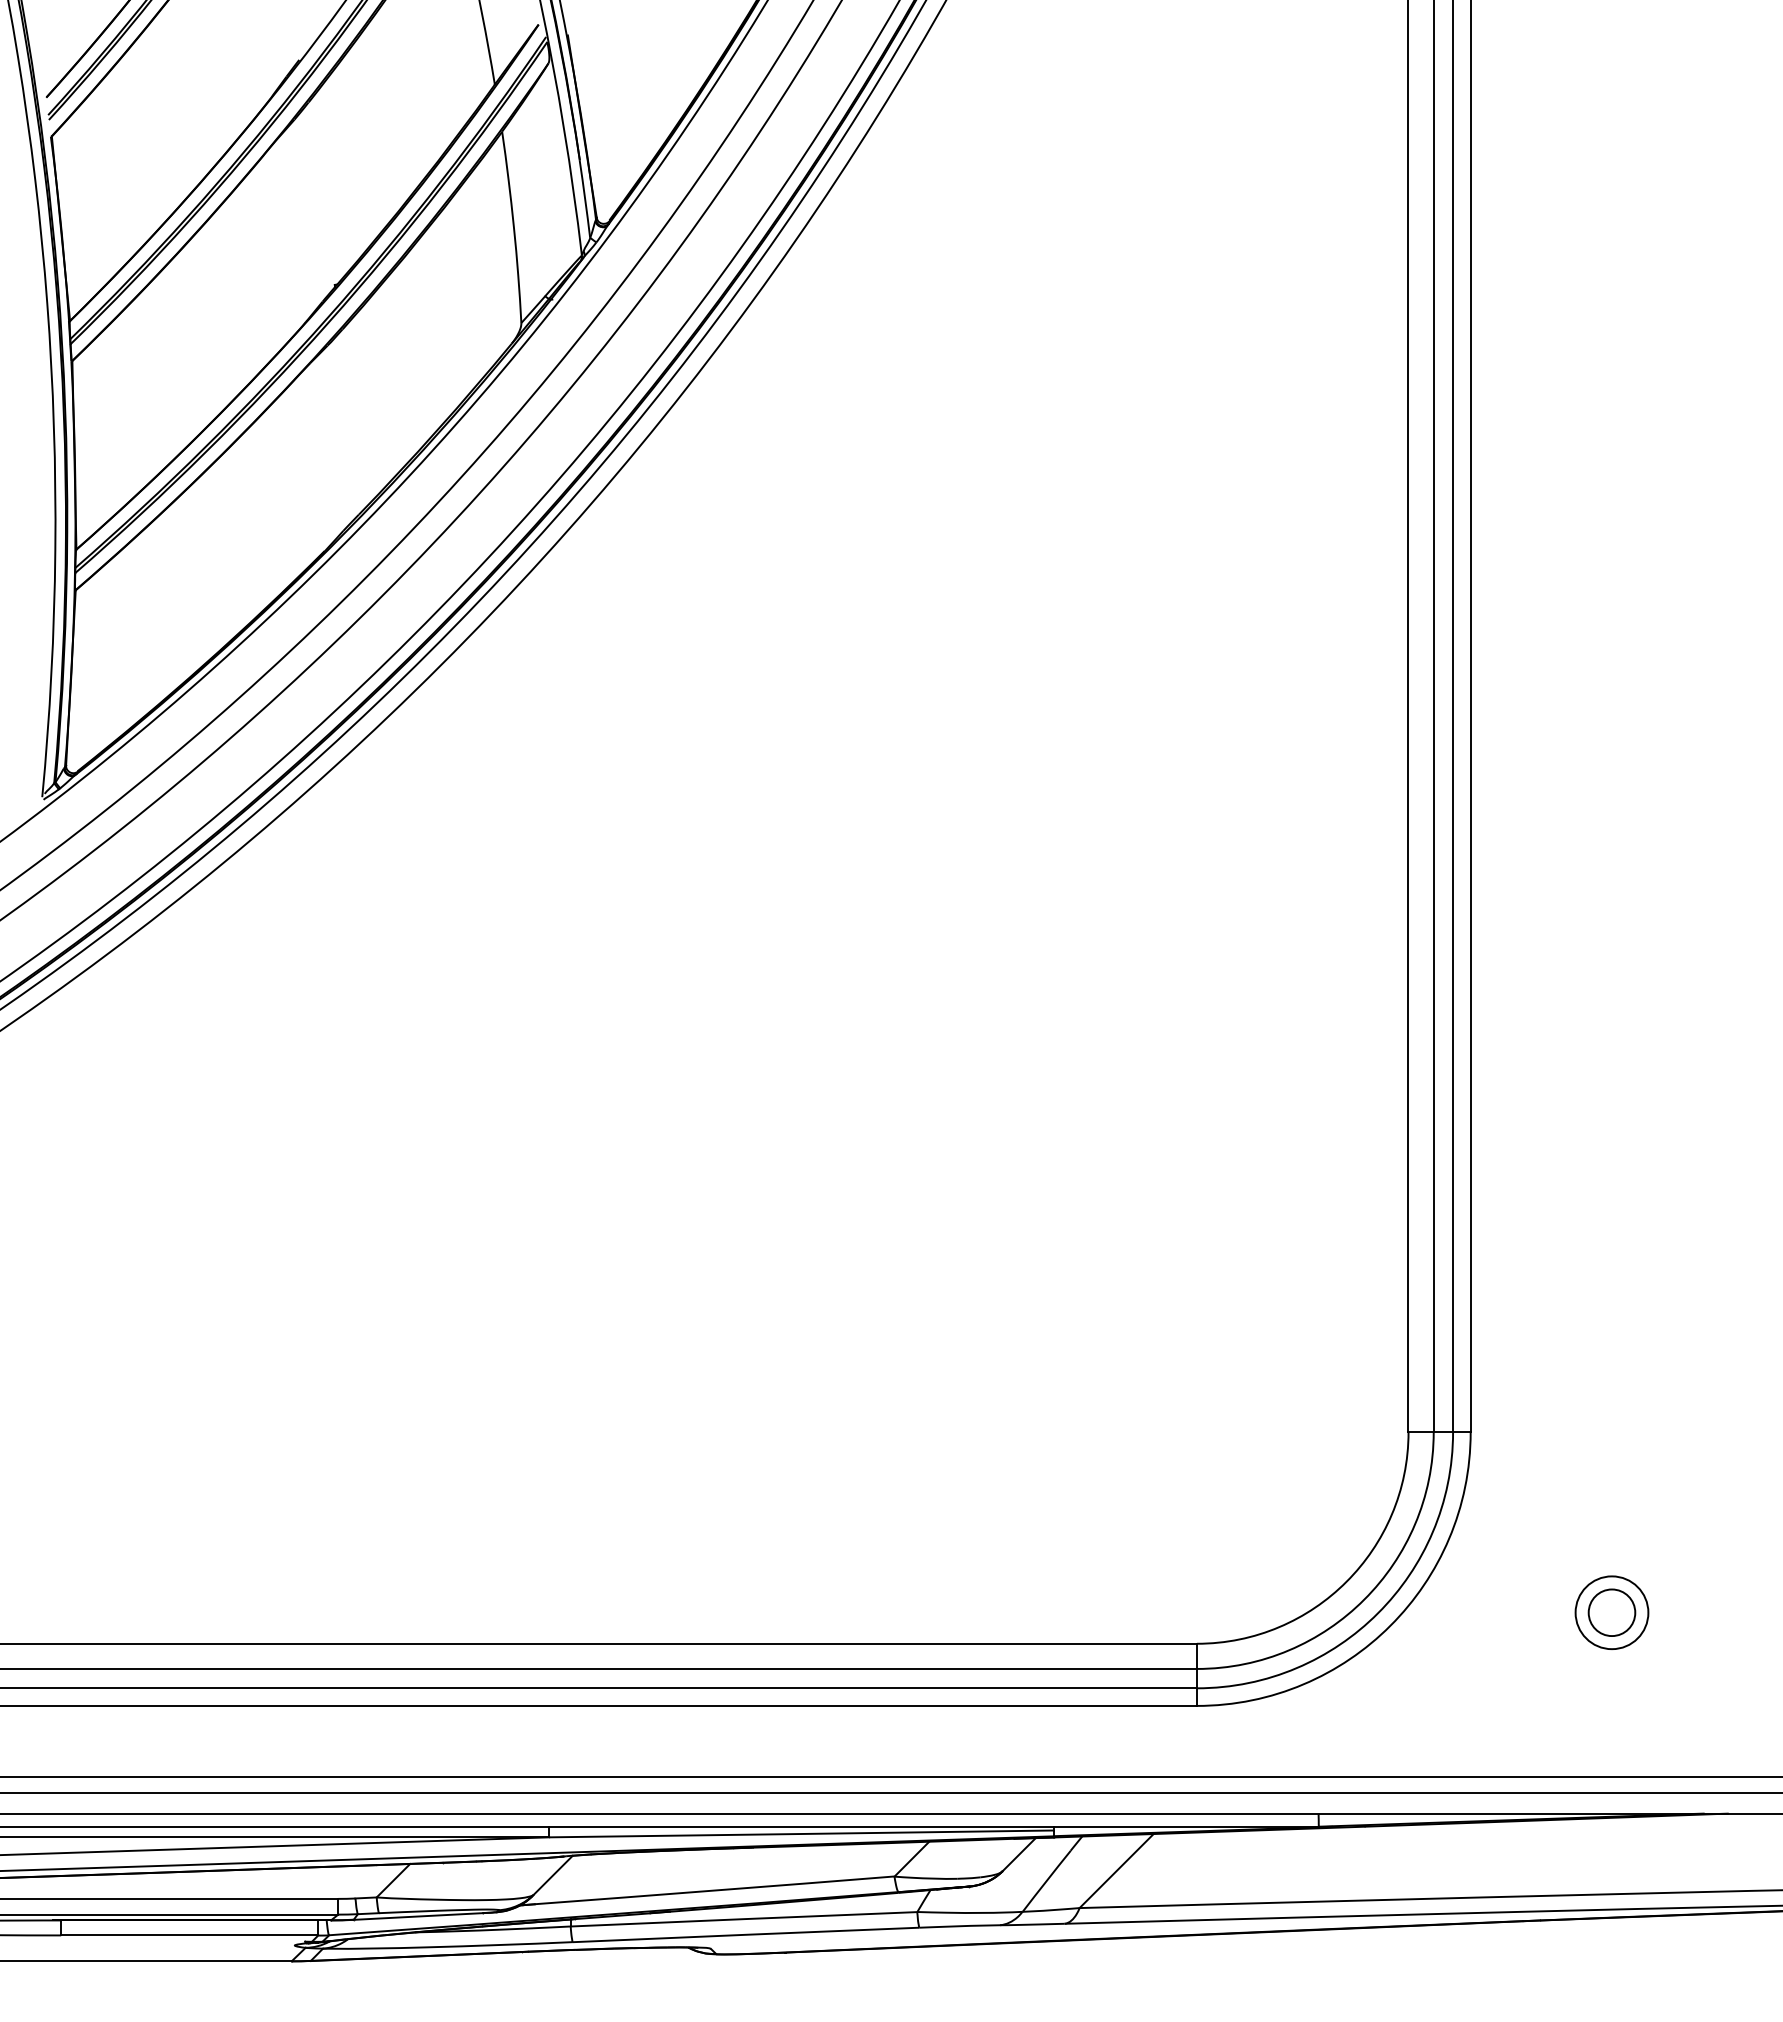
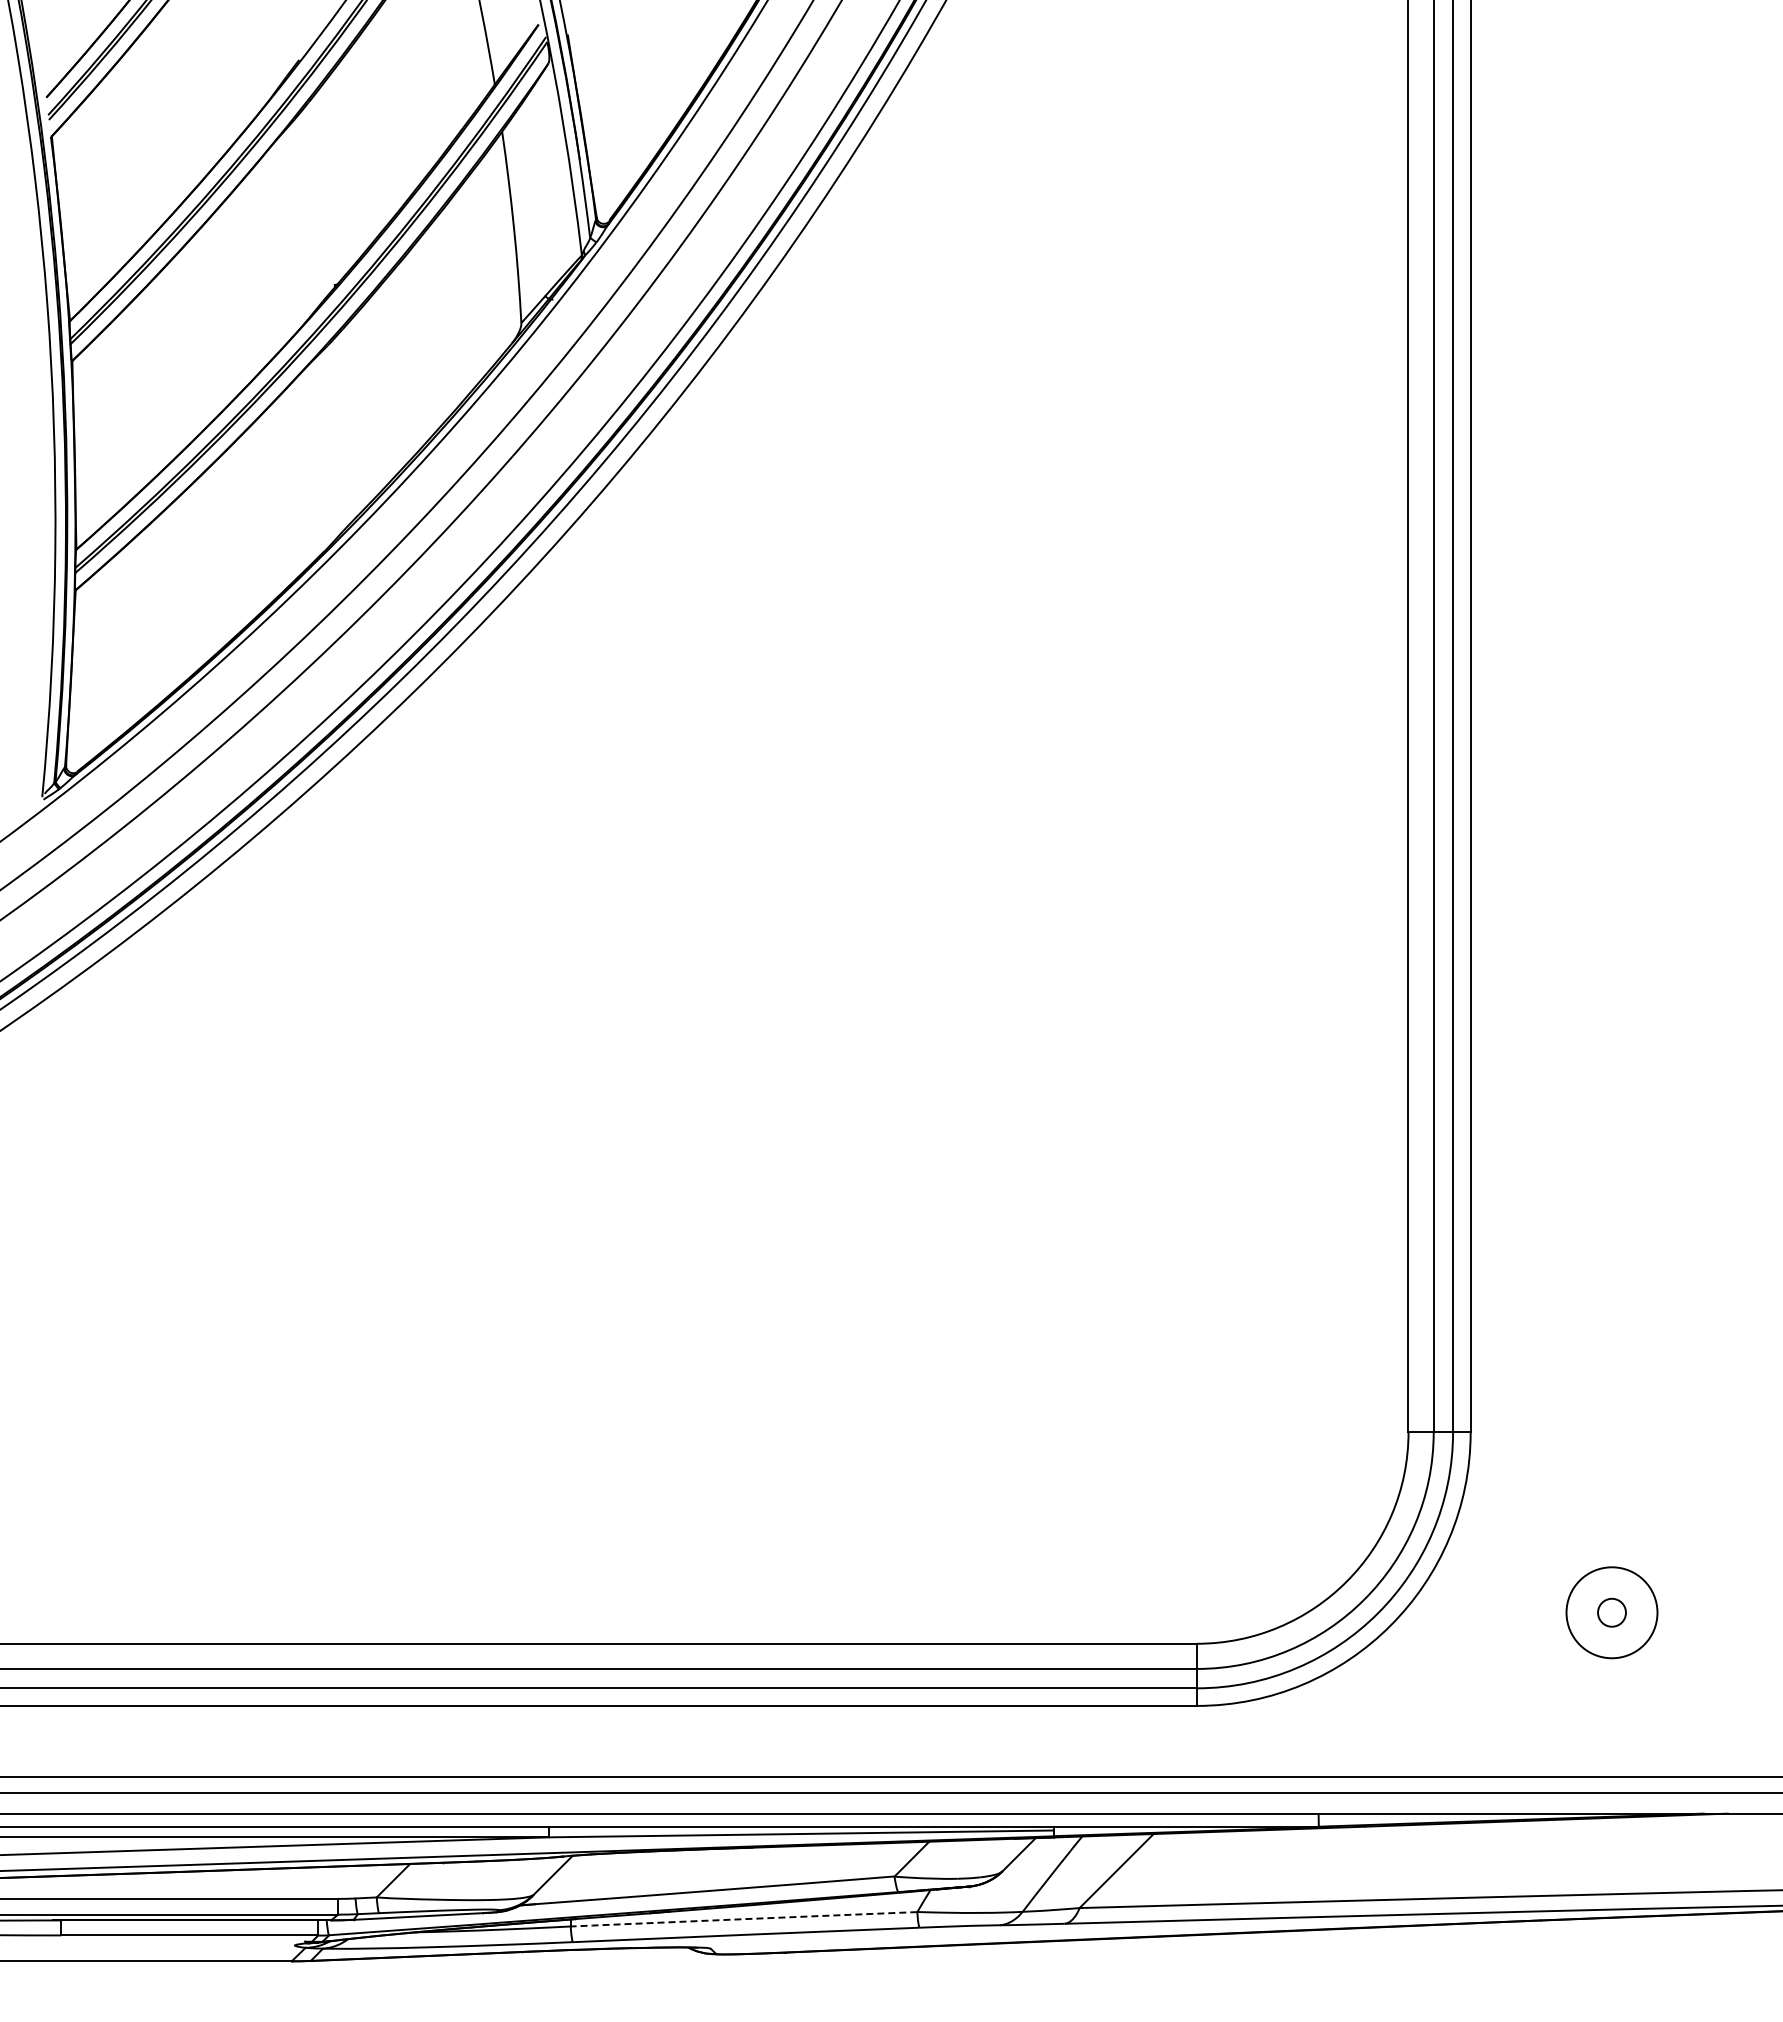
circle at (1611, 1612) diameter: 47 px -> 28 px
circle at (1611, 1612) diameter: 73 px -> 91 px
arc at (743, 1919): solid -> dashed
